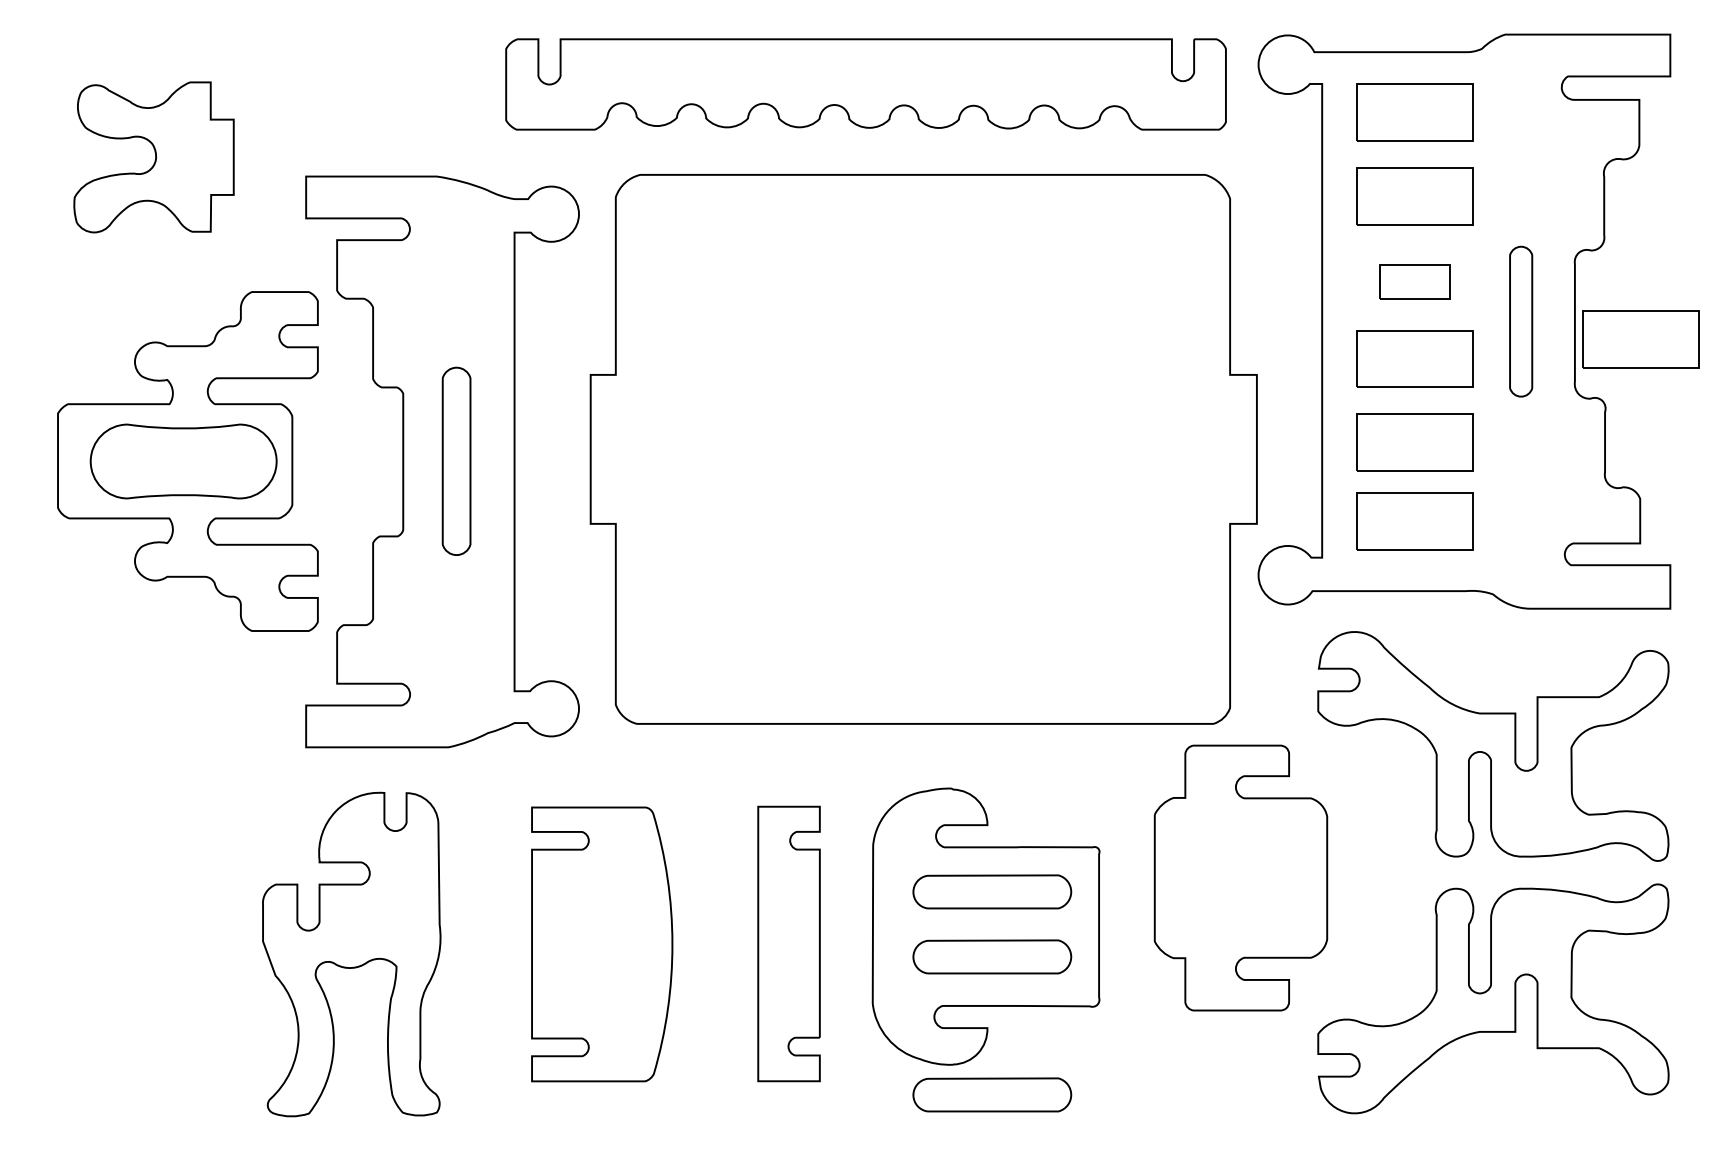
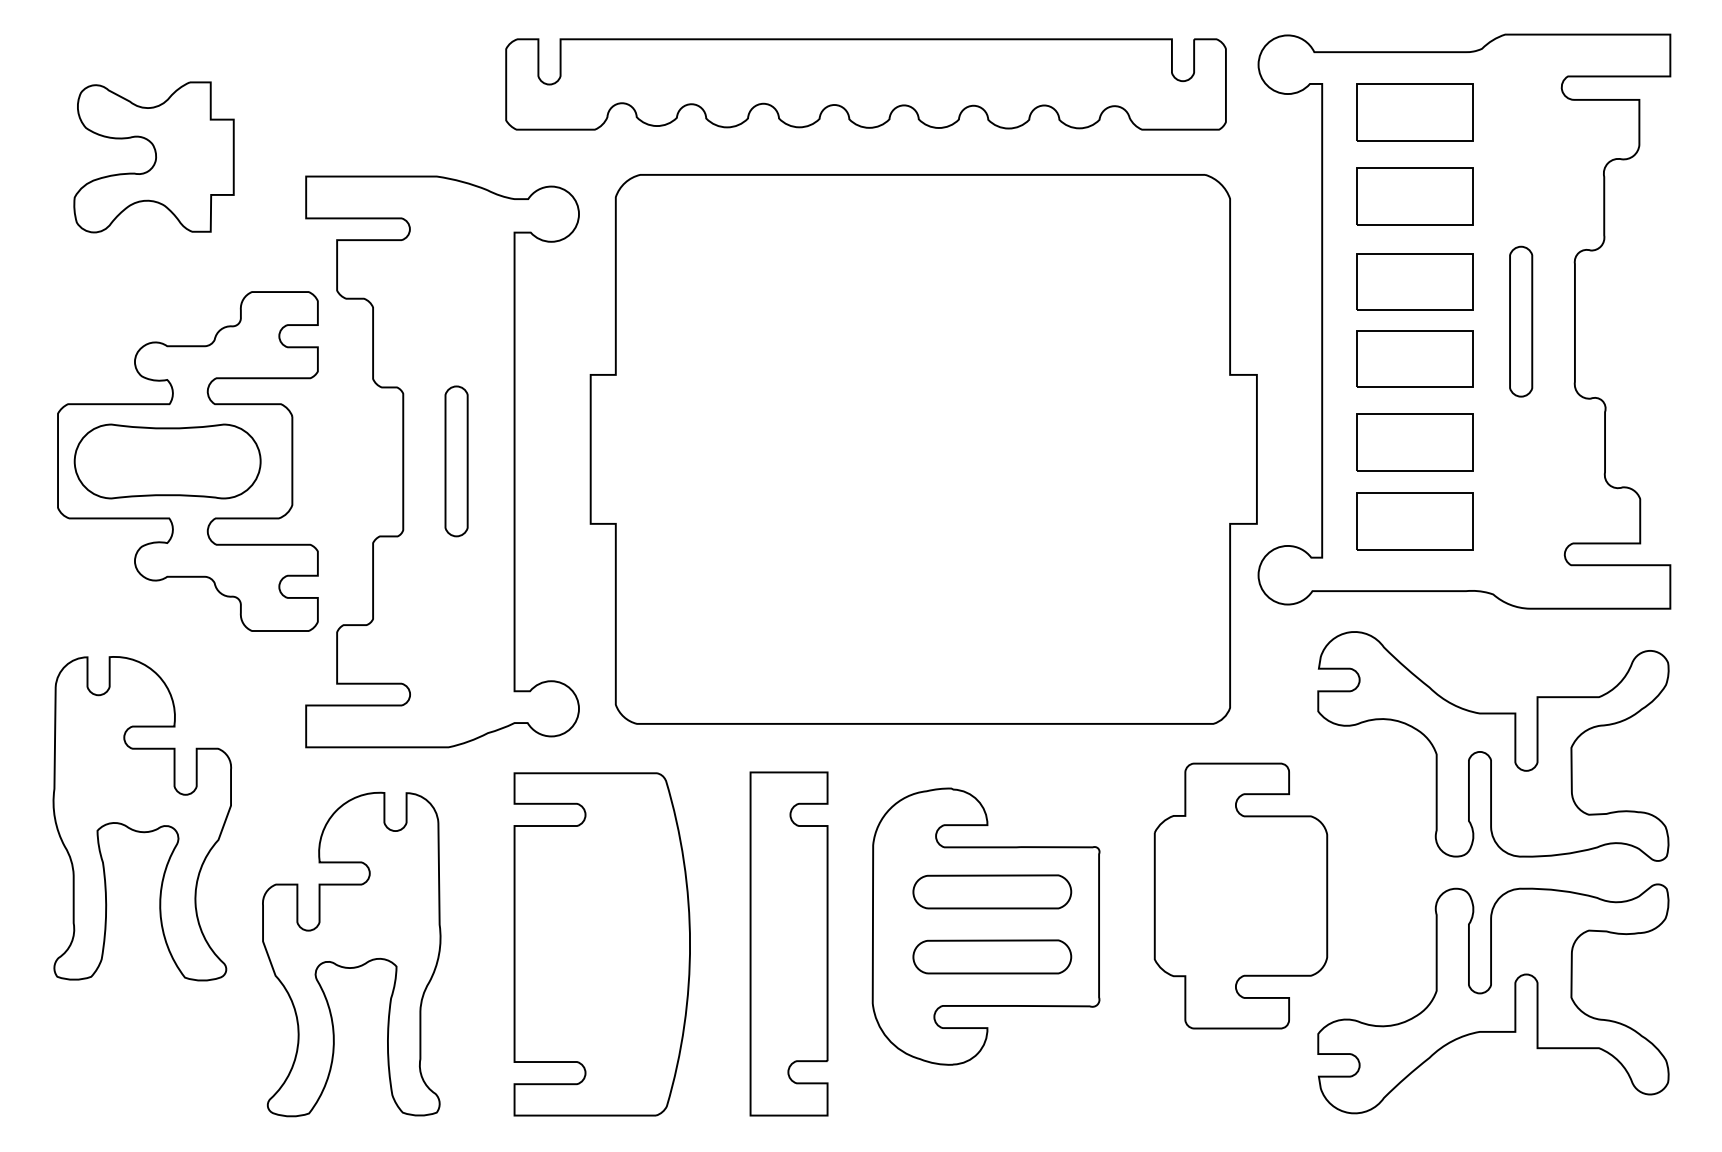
part at (1414, 281) size: 72x36 px -> 118x58 px
part at (1640, 339): present -> none
part at (456, 460) size: 31x190 px -> 25x153 px
part at (183, 461) position: (183, 461) -> (167, 461)
part at (141, 818): none -> present
part at (1240, 877) position: (1240, 877) -> (1240, 895)
part at (788, 943) size: 64x278 px -> 80x346 px
part at (602, 944) size: 143x277 px -> 178x345 px
part at (992, 1094): present -> none
